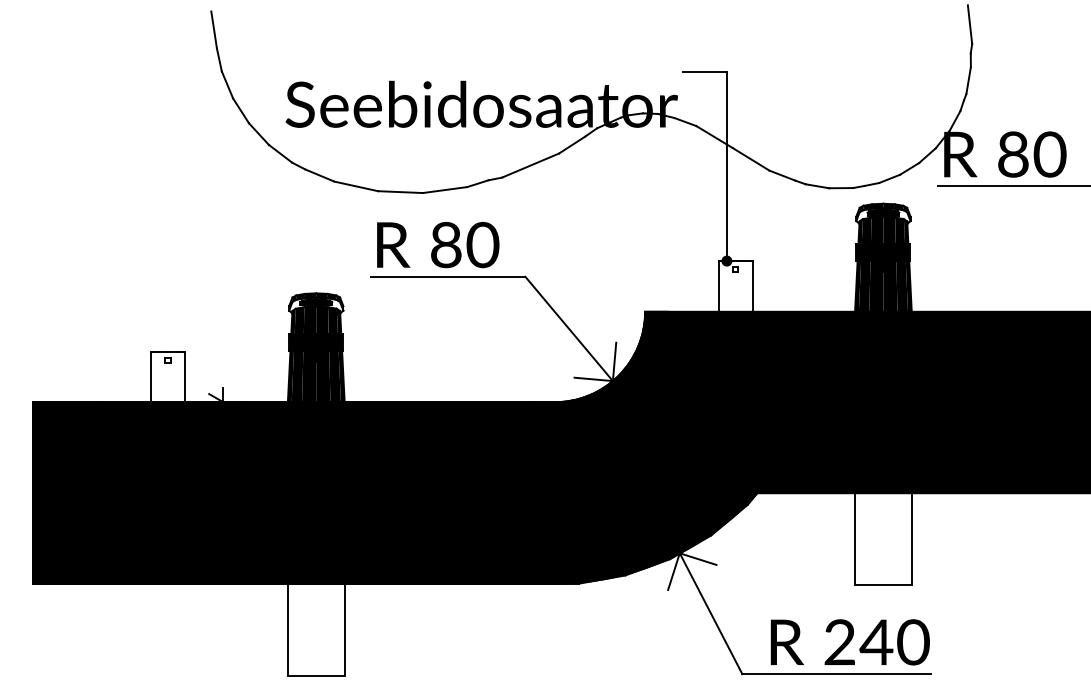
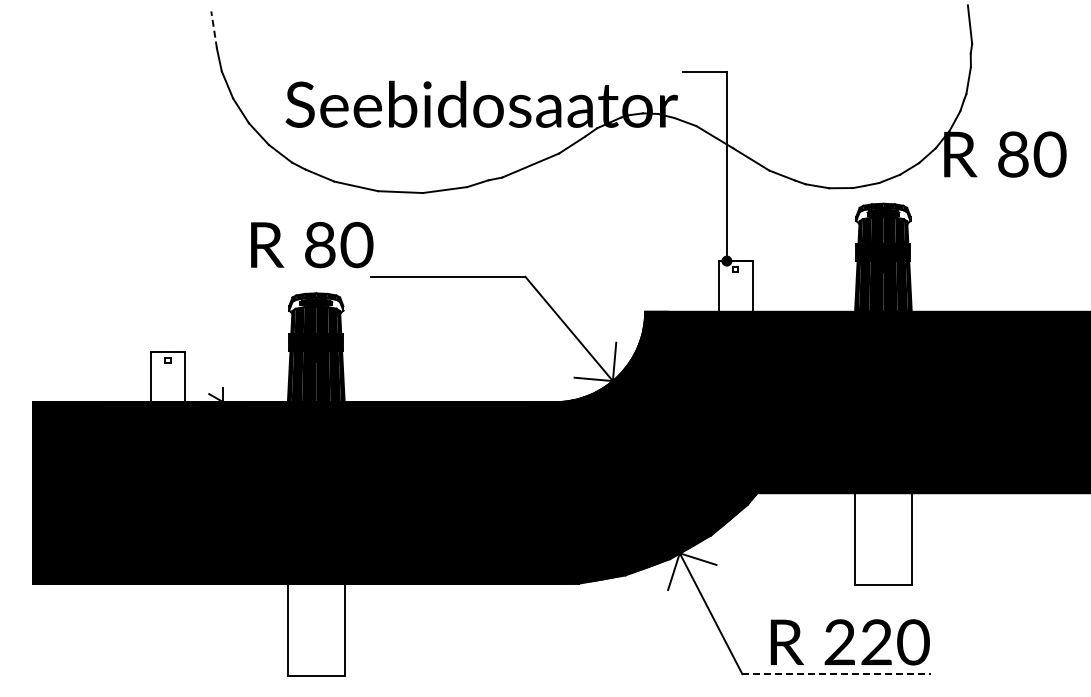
line at (214, 29): solid -> dashed
line at (1012, 186): present -> none
text at (438, 245) position: (438, 245) -> (312, 245)
text at (876, 641): 240 -> 220
line at (837, 674): solid -> dashed
